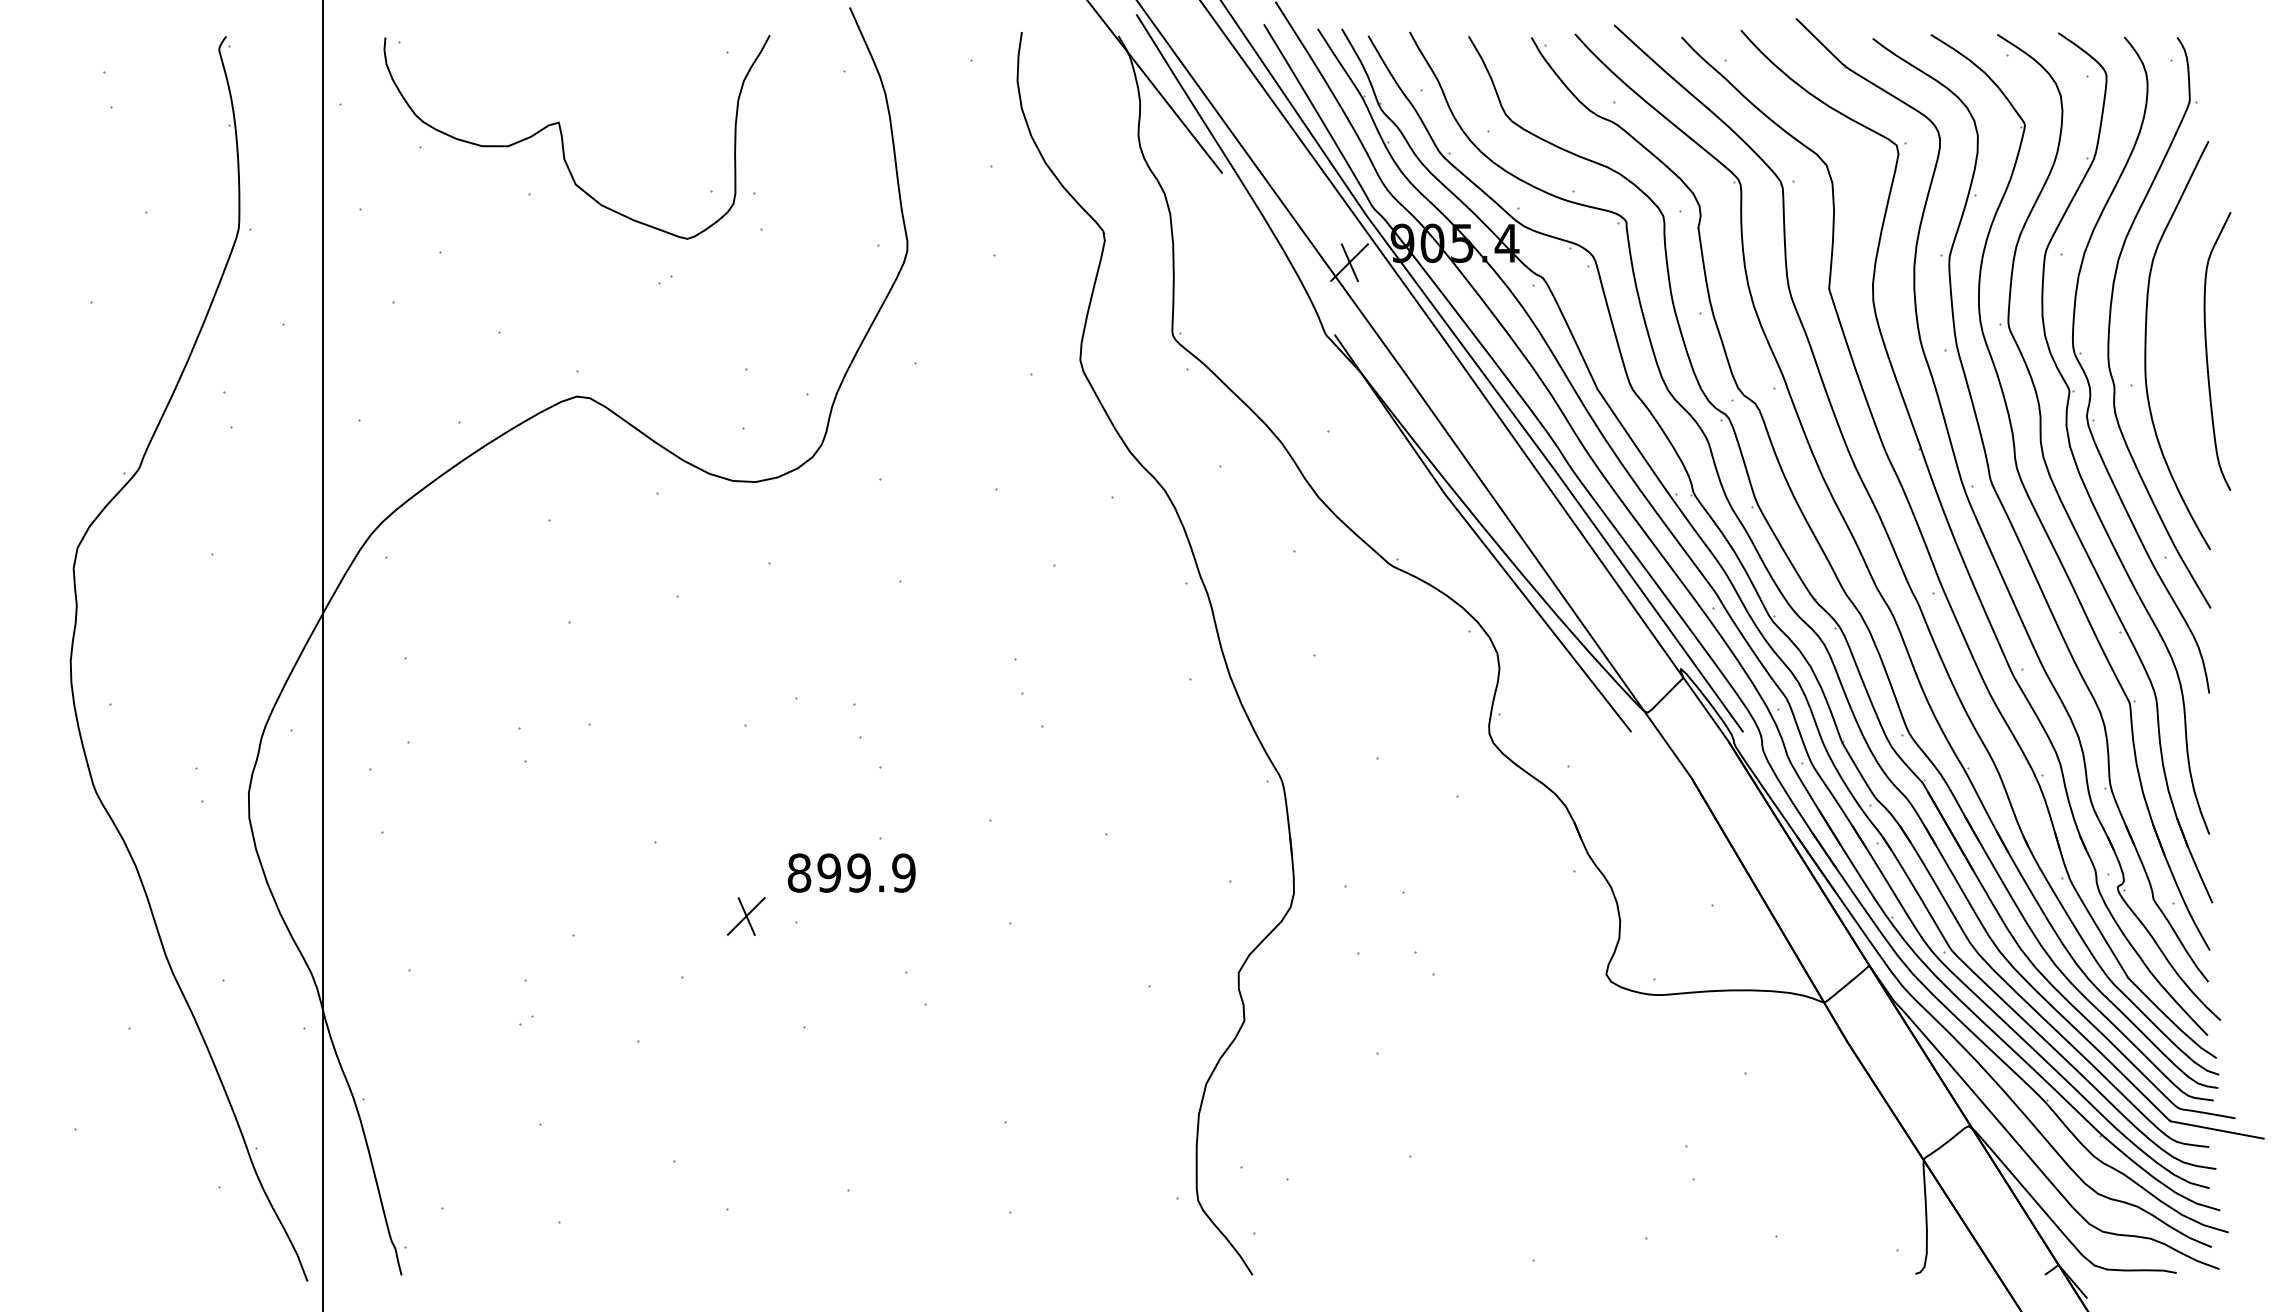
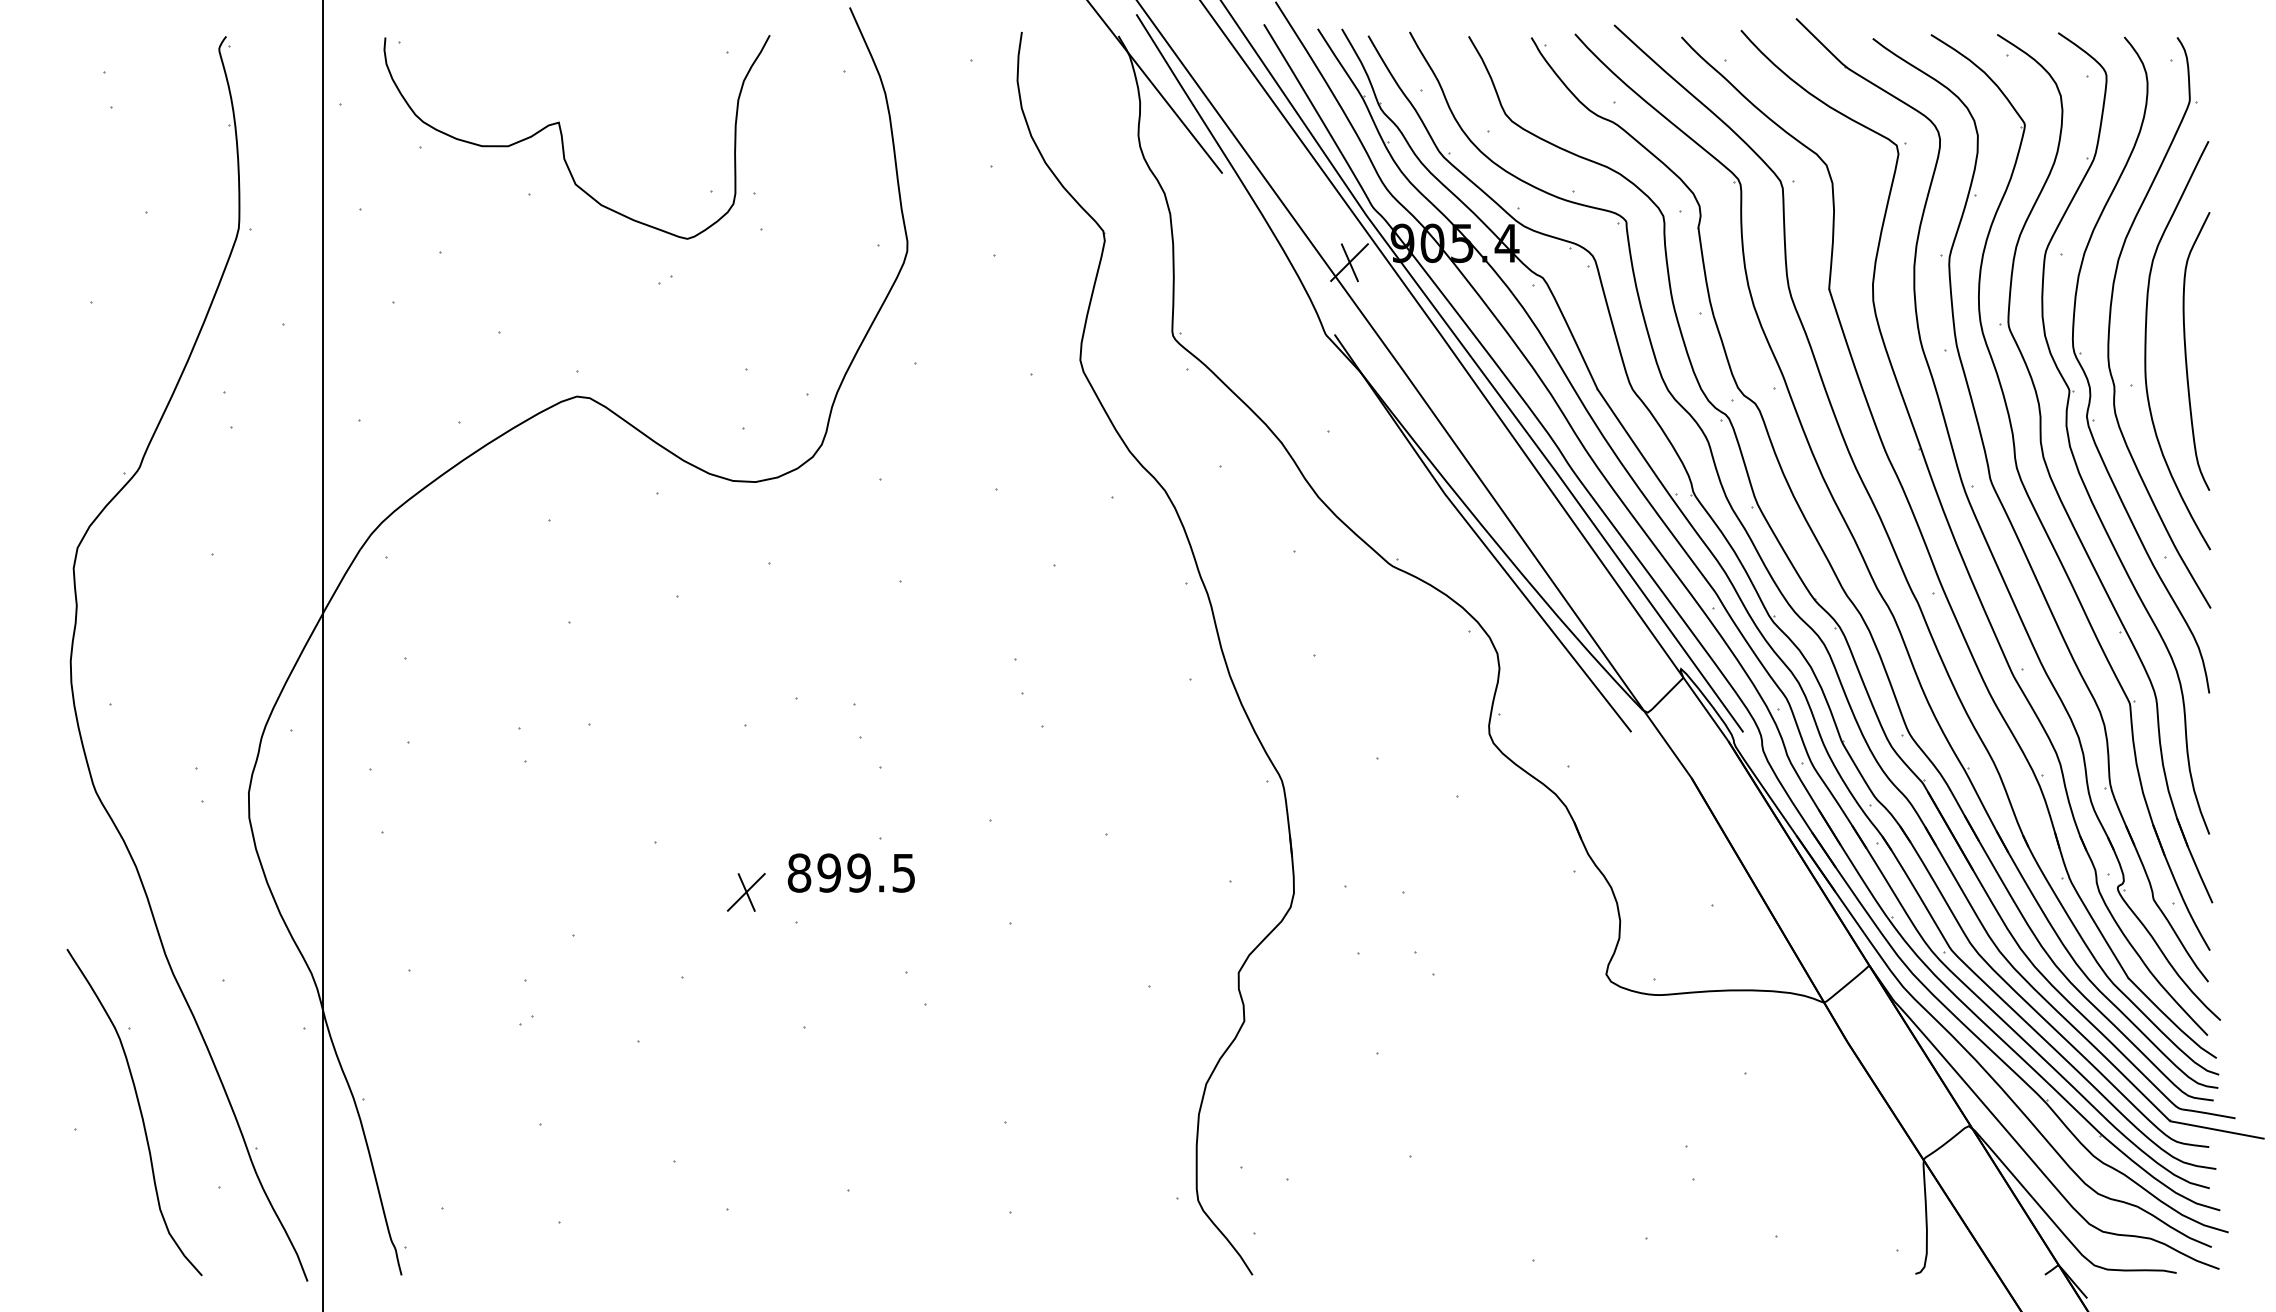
curve at (2207, 351) position: (2207, 351) -> (2186, 351)
text at (903, 872): 899.9 -> 899.5
part at (745, 916) position: (745, 916) -> (745, 892)
curve at (139, 1110): none -> present
